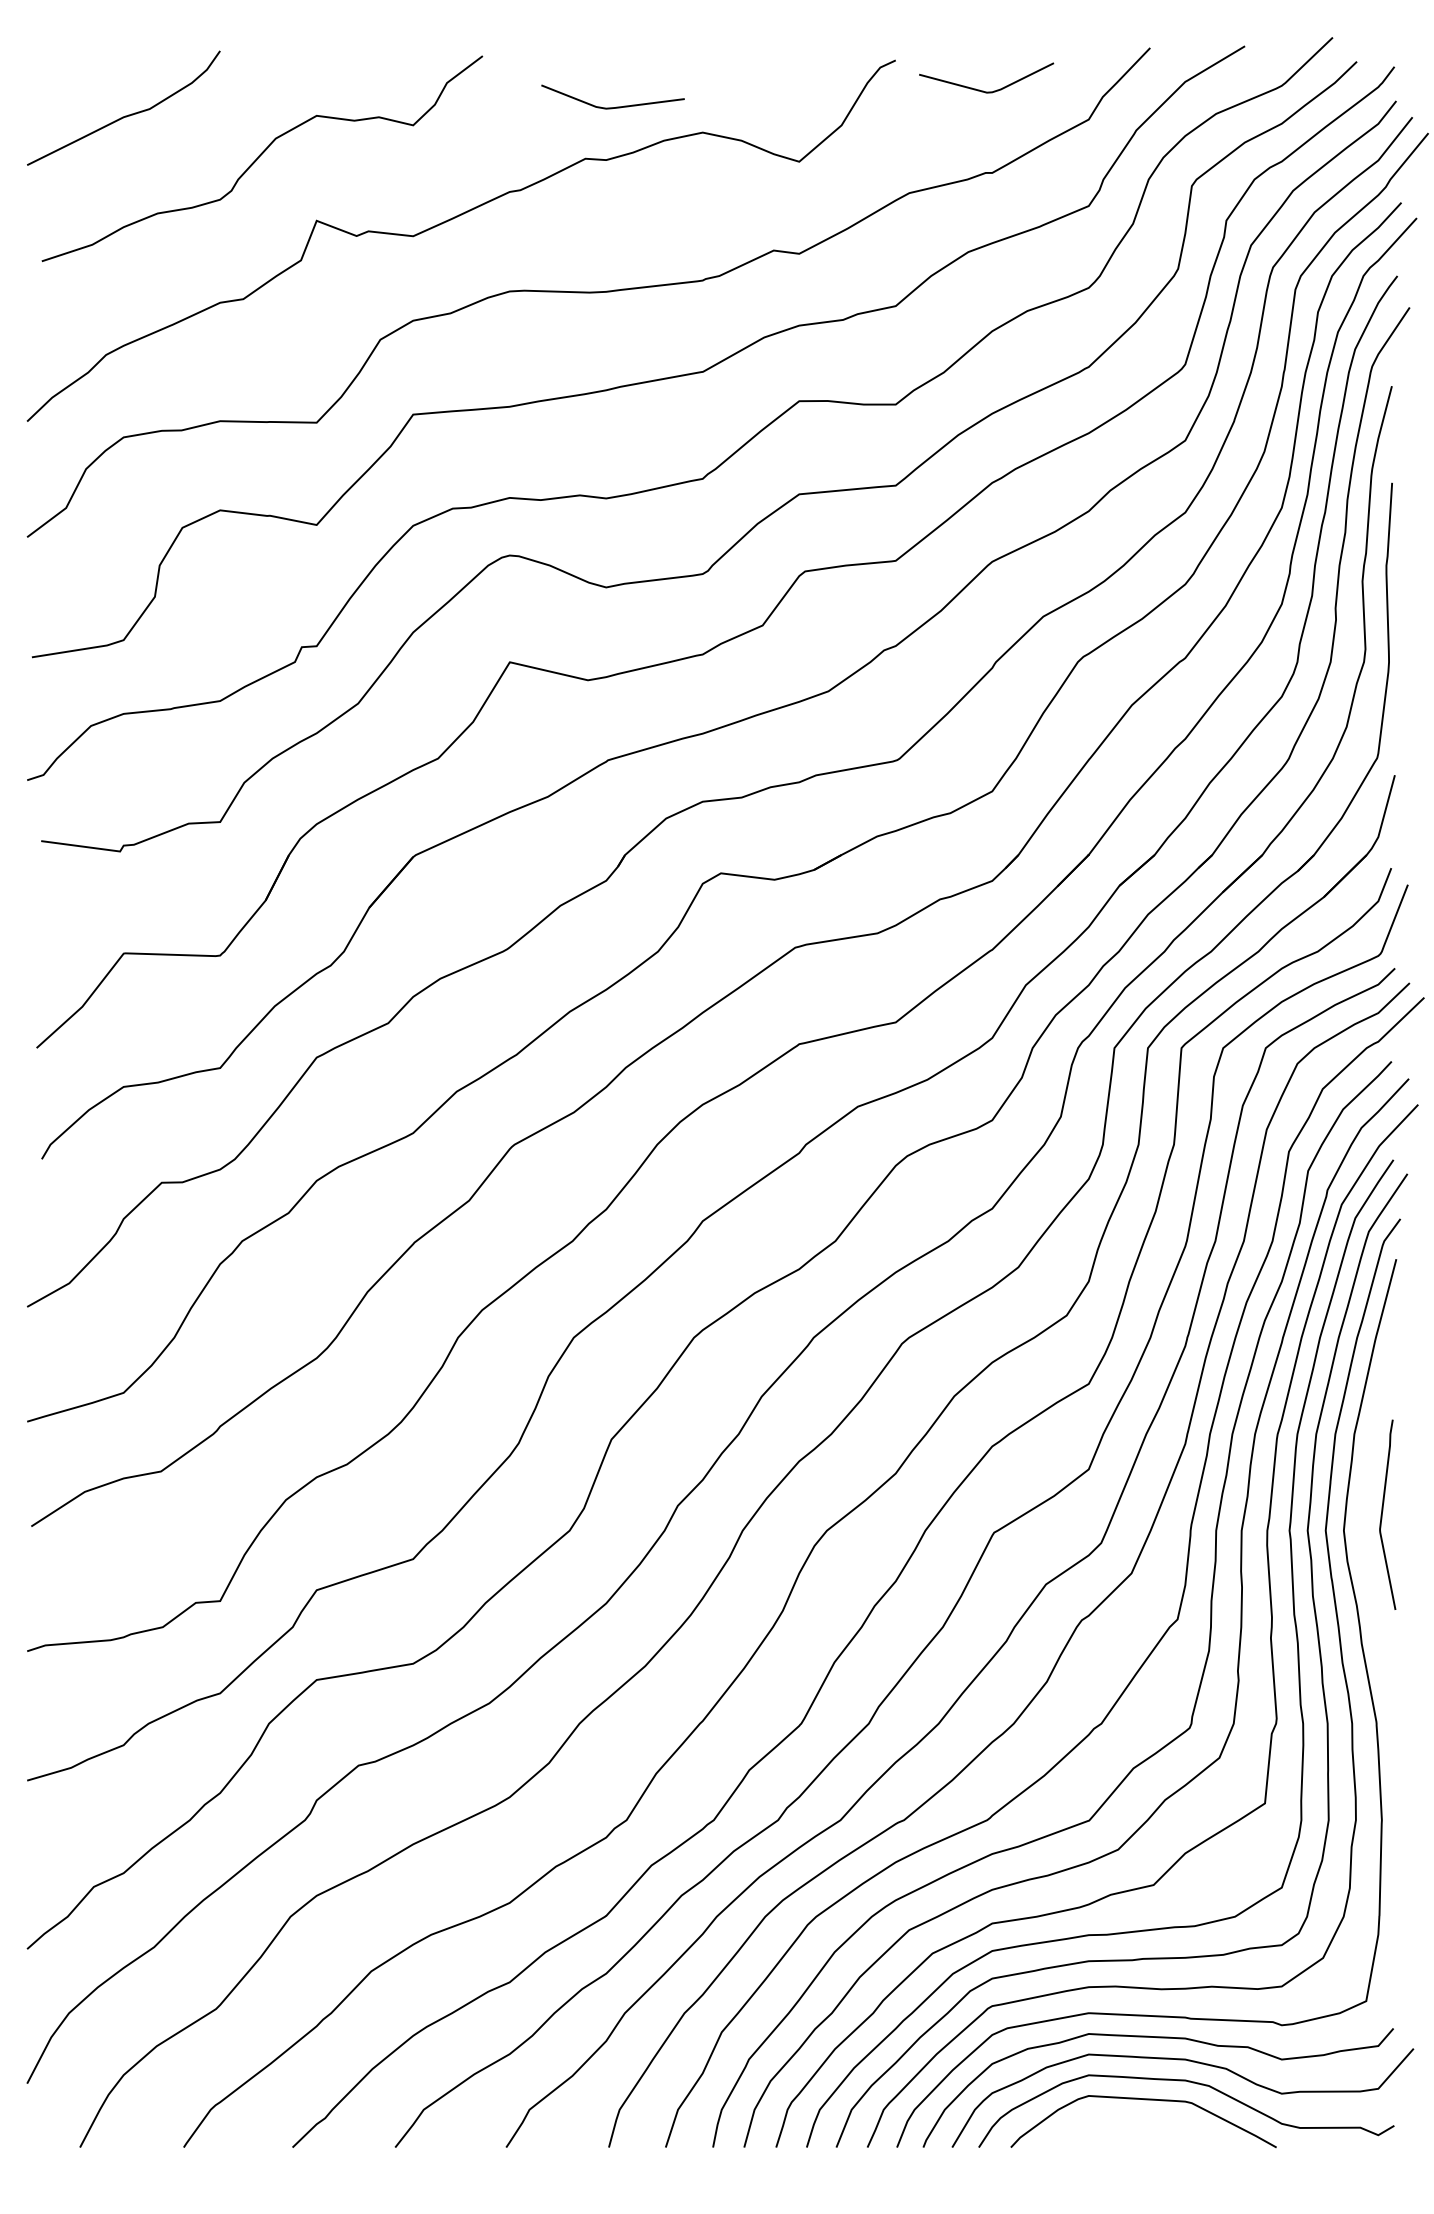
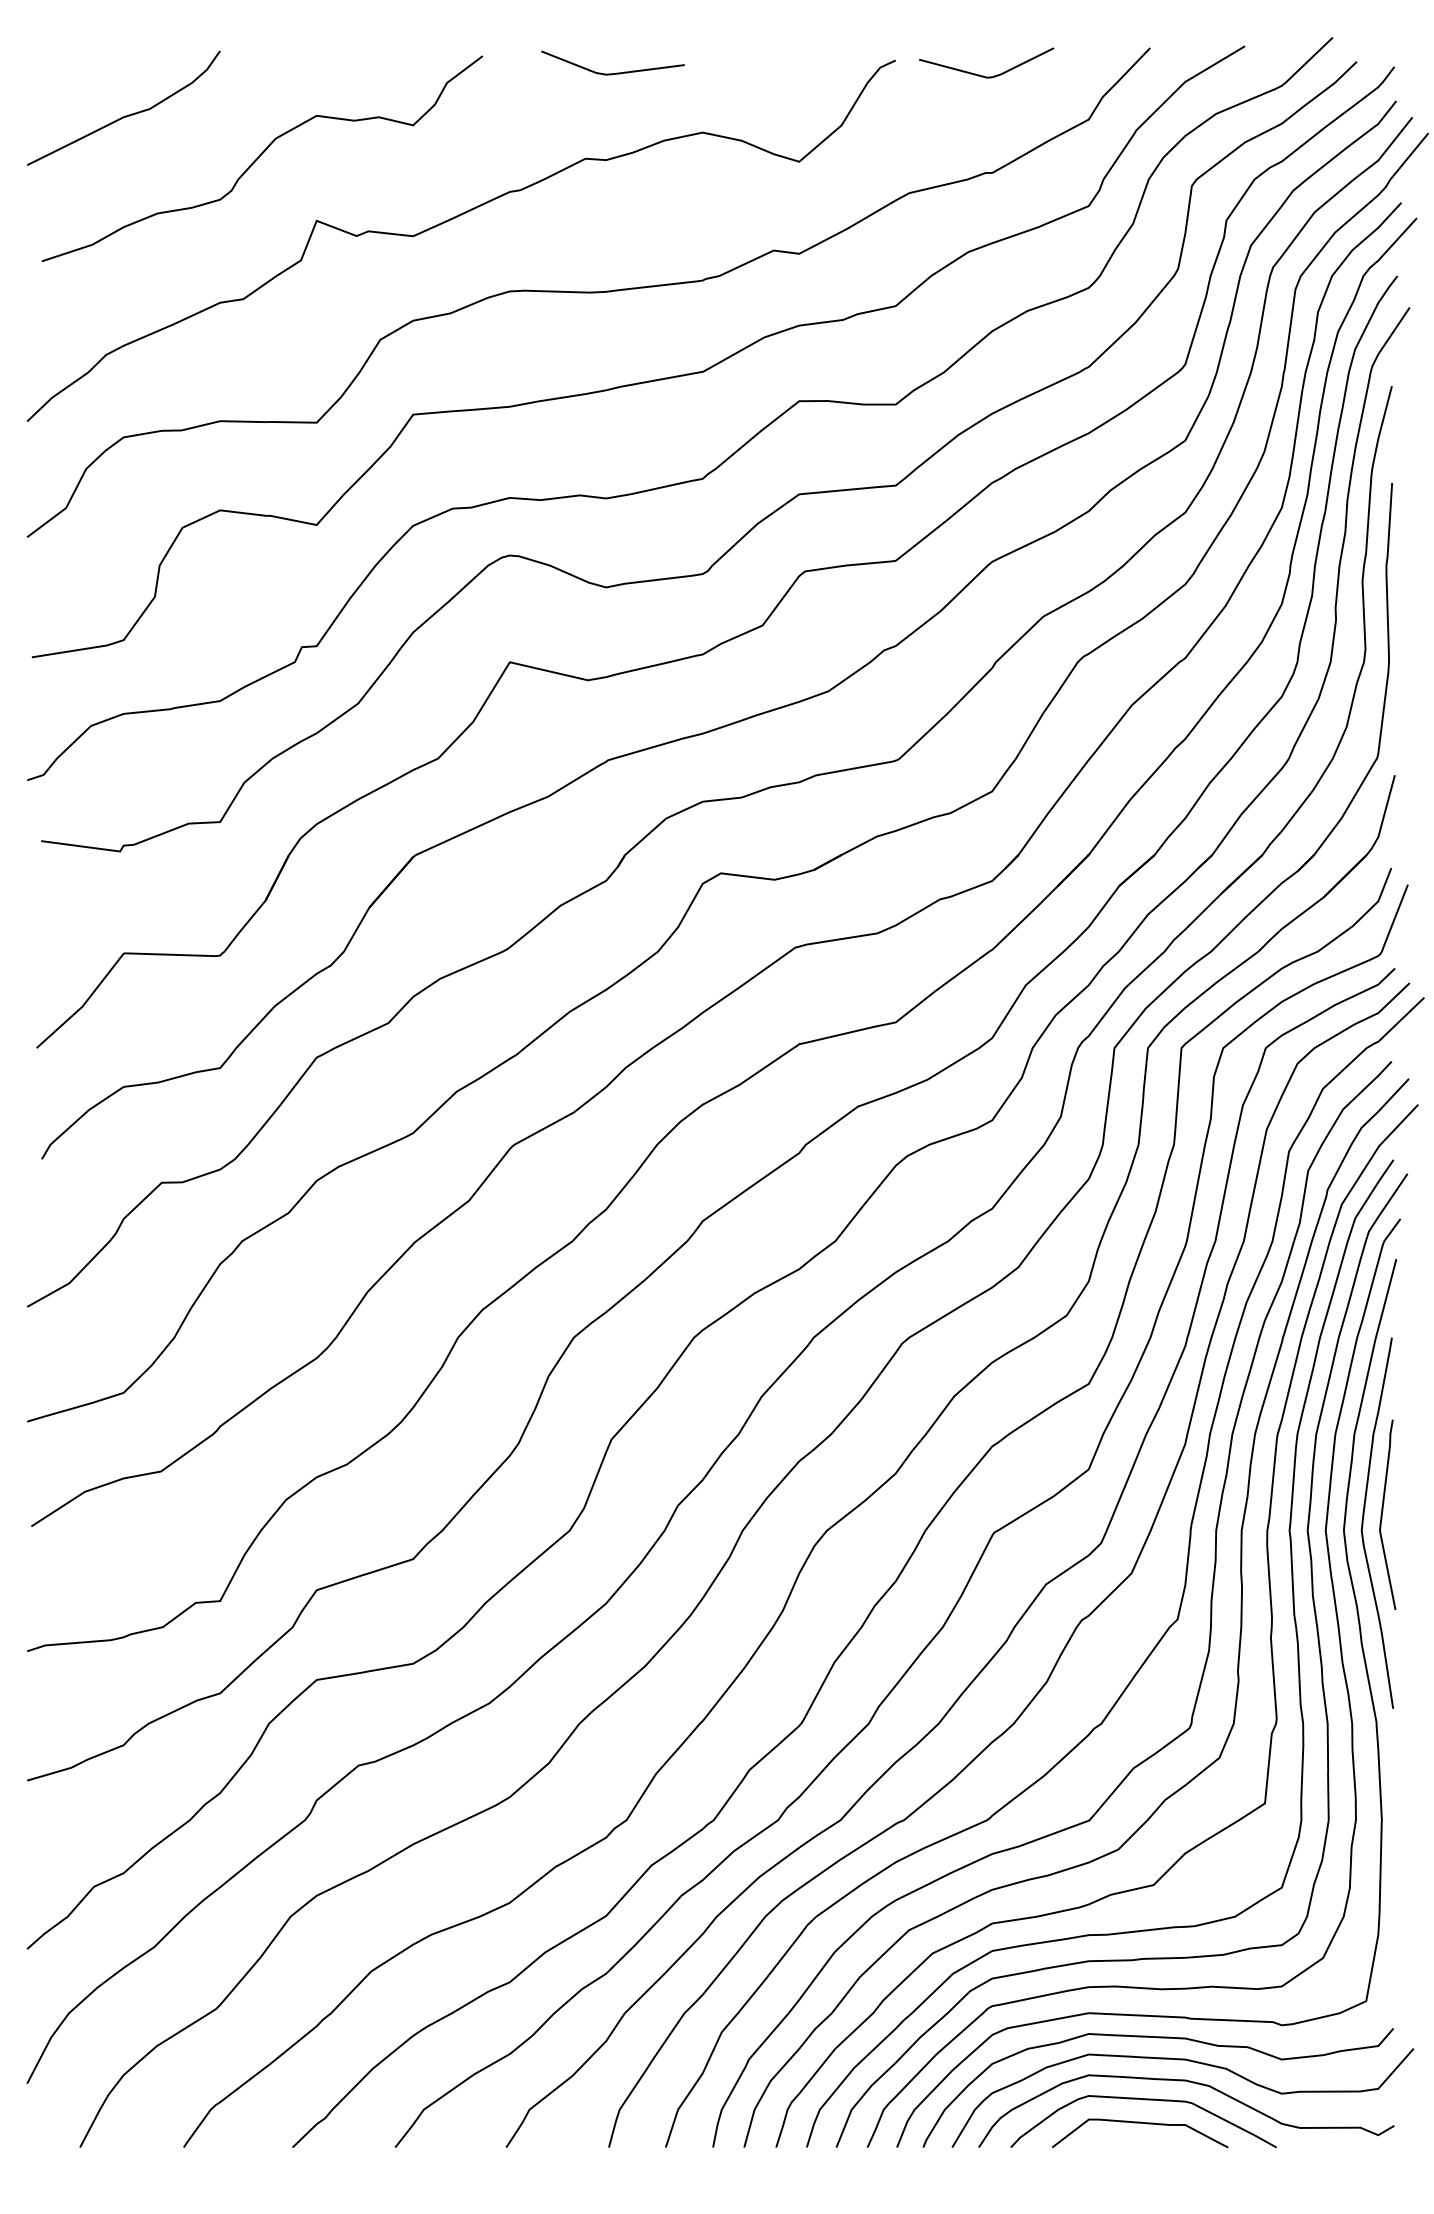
line at (983, 90) position: (983, 90) -> (983, 75)
line at (616, 106) position: (616, 106) -> (616, 72)
curve at (1363, 1522): none -> present
curve at (1140, 2123): none -> present
